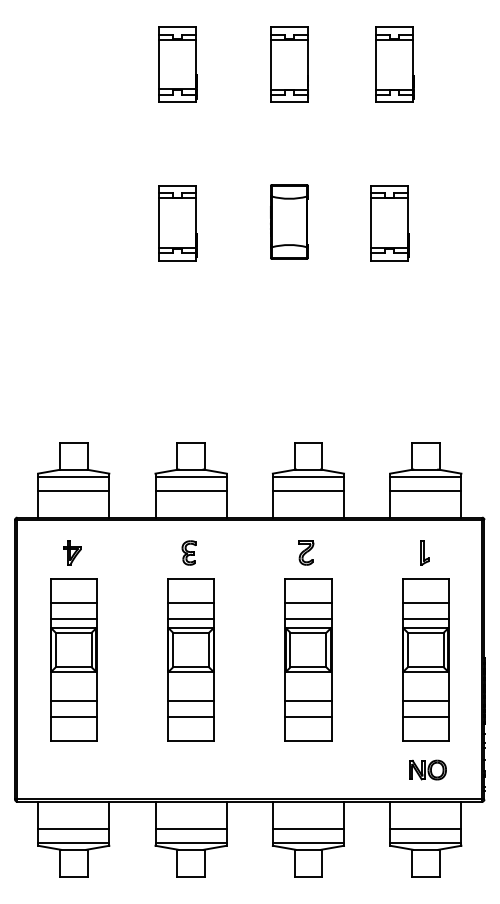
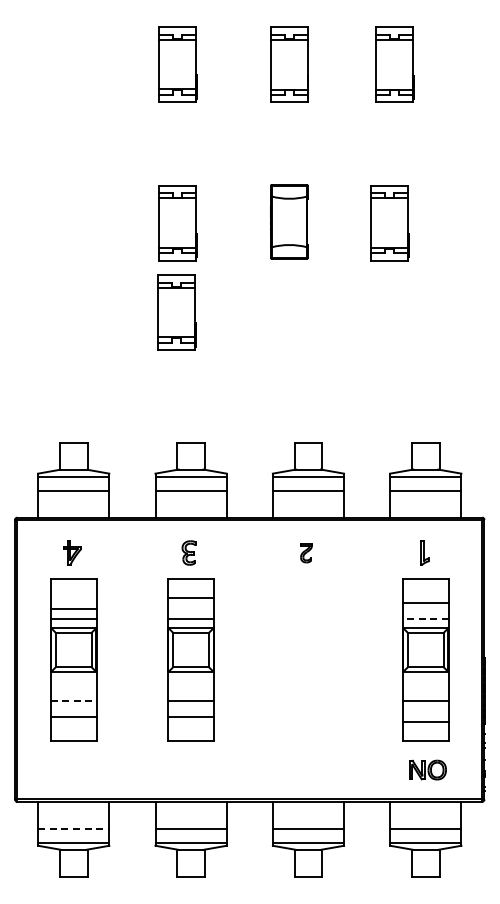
part at (176, 312): none -> present
part at (306, 552) size: 17x26 px -> 13x21 px
line at (73, 602) position: (73, 602) -> (73, 608)
line at (190, 602) position: (190, 602) -> (190, 597)
line at (425, 618): solid -> dashed
part at (308, 659): present -> none
line at (74, 700): solid -> dashed
line at (425, 716) position: (425, 716) -> (425, 721)
line at (73, 828): solid -> dashed
